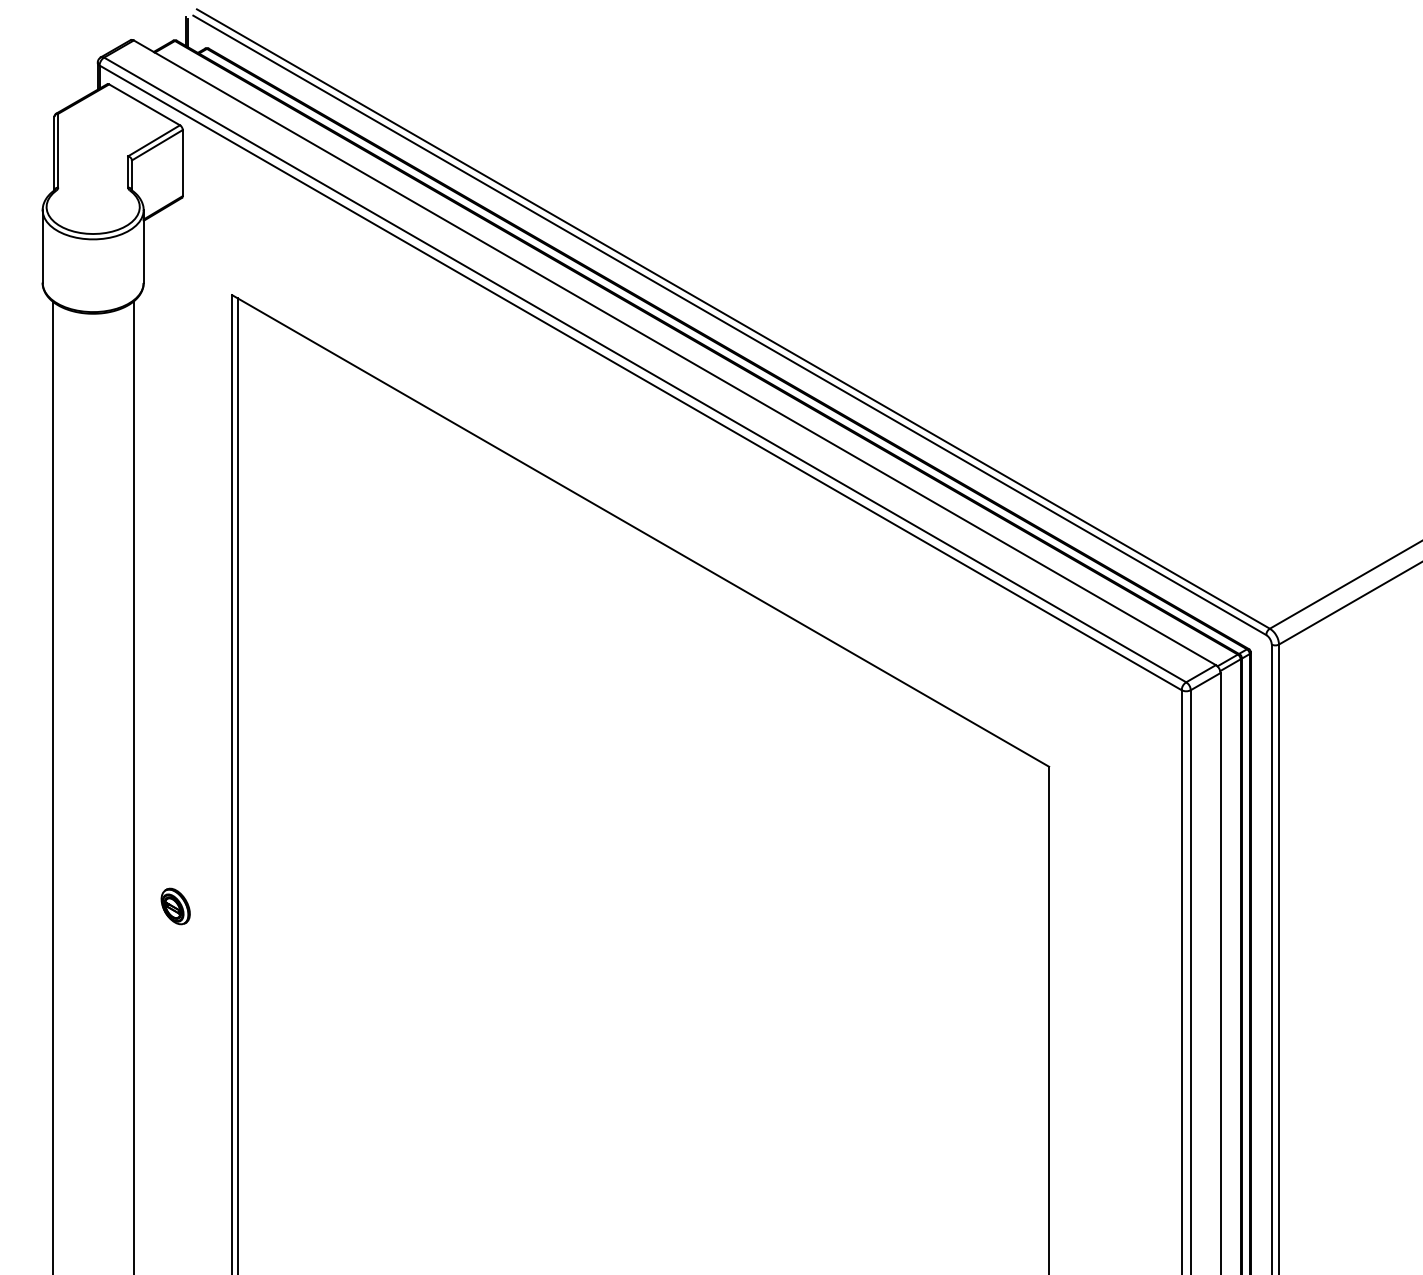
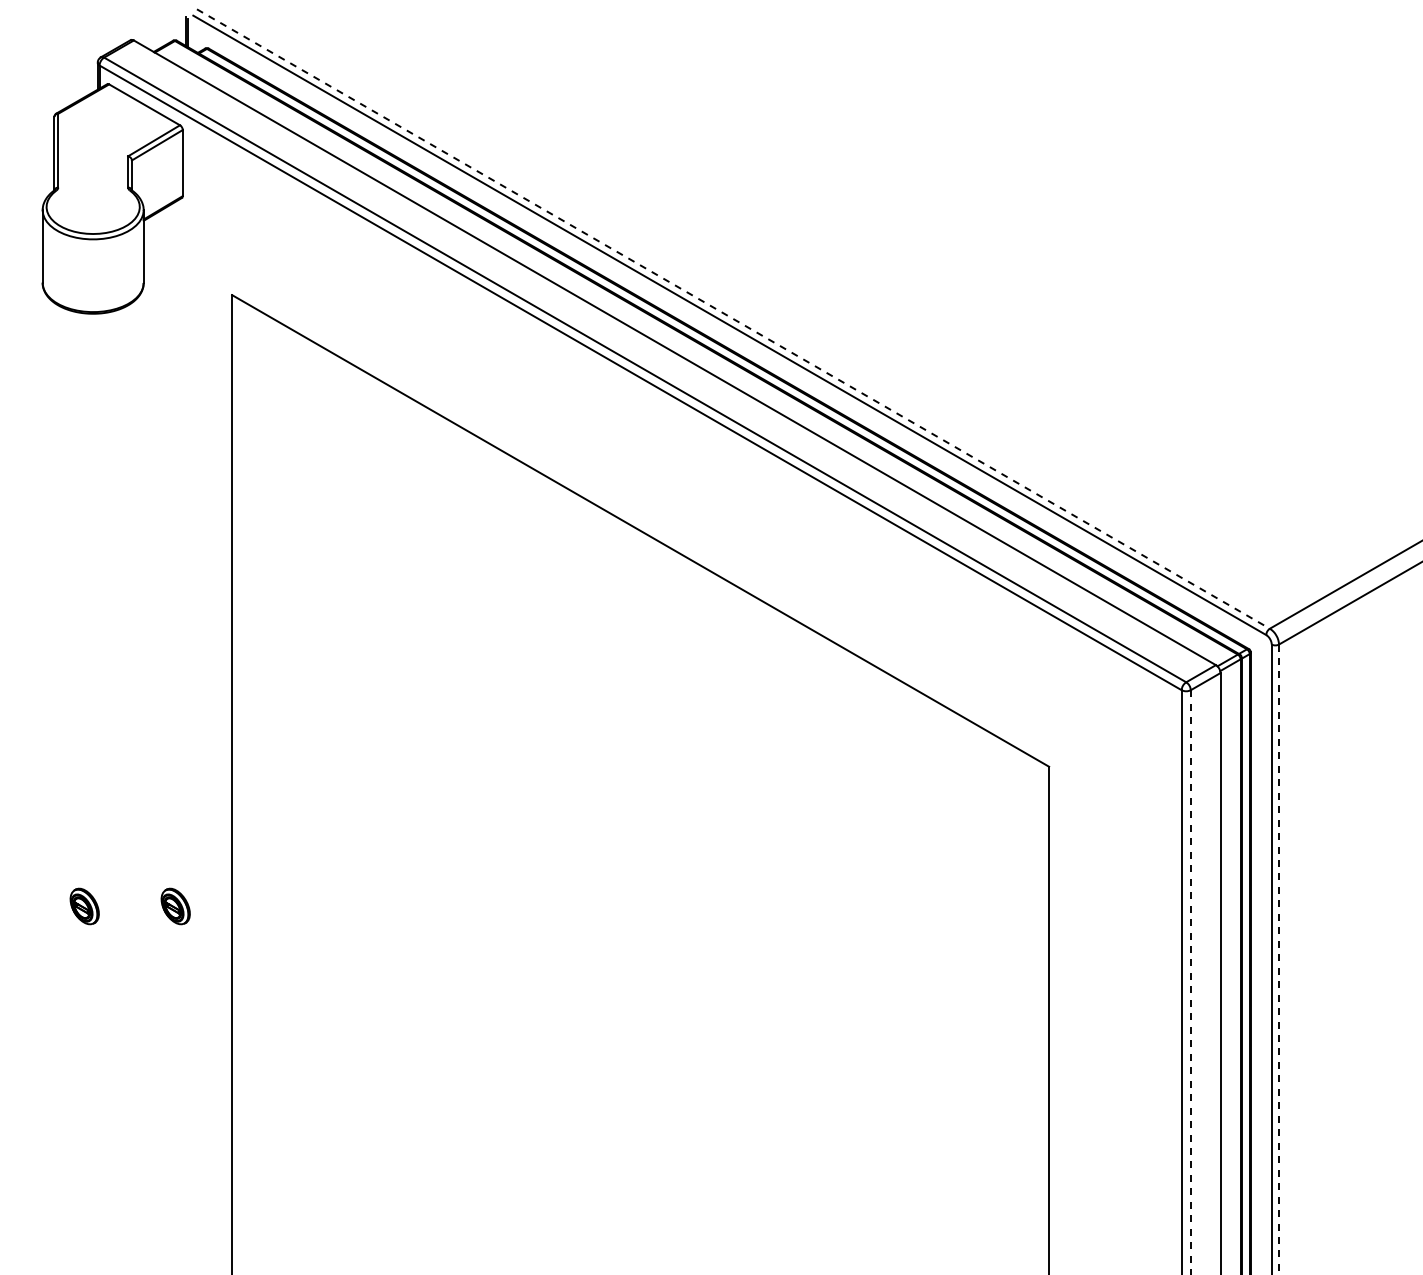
line at (733, 319): solid -> dashed
line at (237, 784): present -> none
line at (52, 786): present -> none
line at (133, 786): present -> none
part at (84, 906): none -> present
line at (1279, 959): solid -> dashed
line at (1190, 982): solid -> dashed
